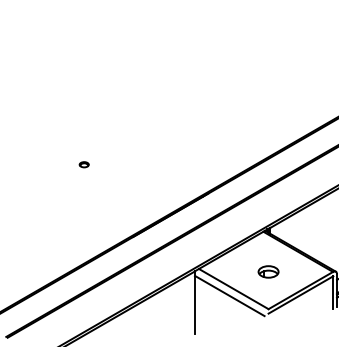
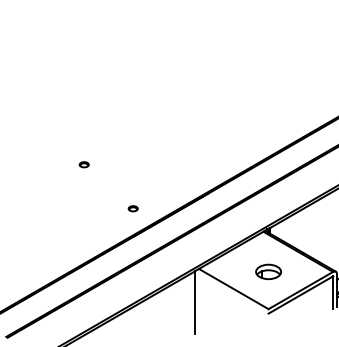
part at (132, 208): none -> present
part at (268, 271) size: 23x14 px -> 27x18 px
line at (229, 295): present -> none
